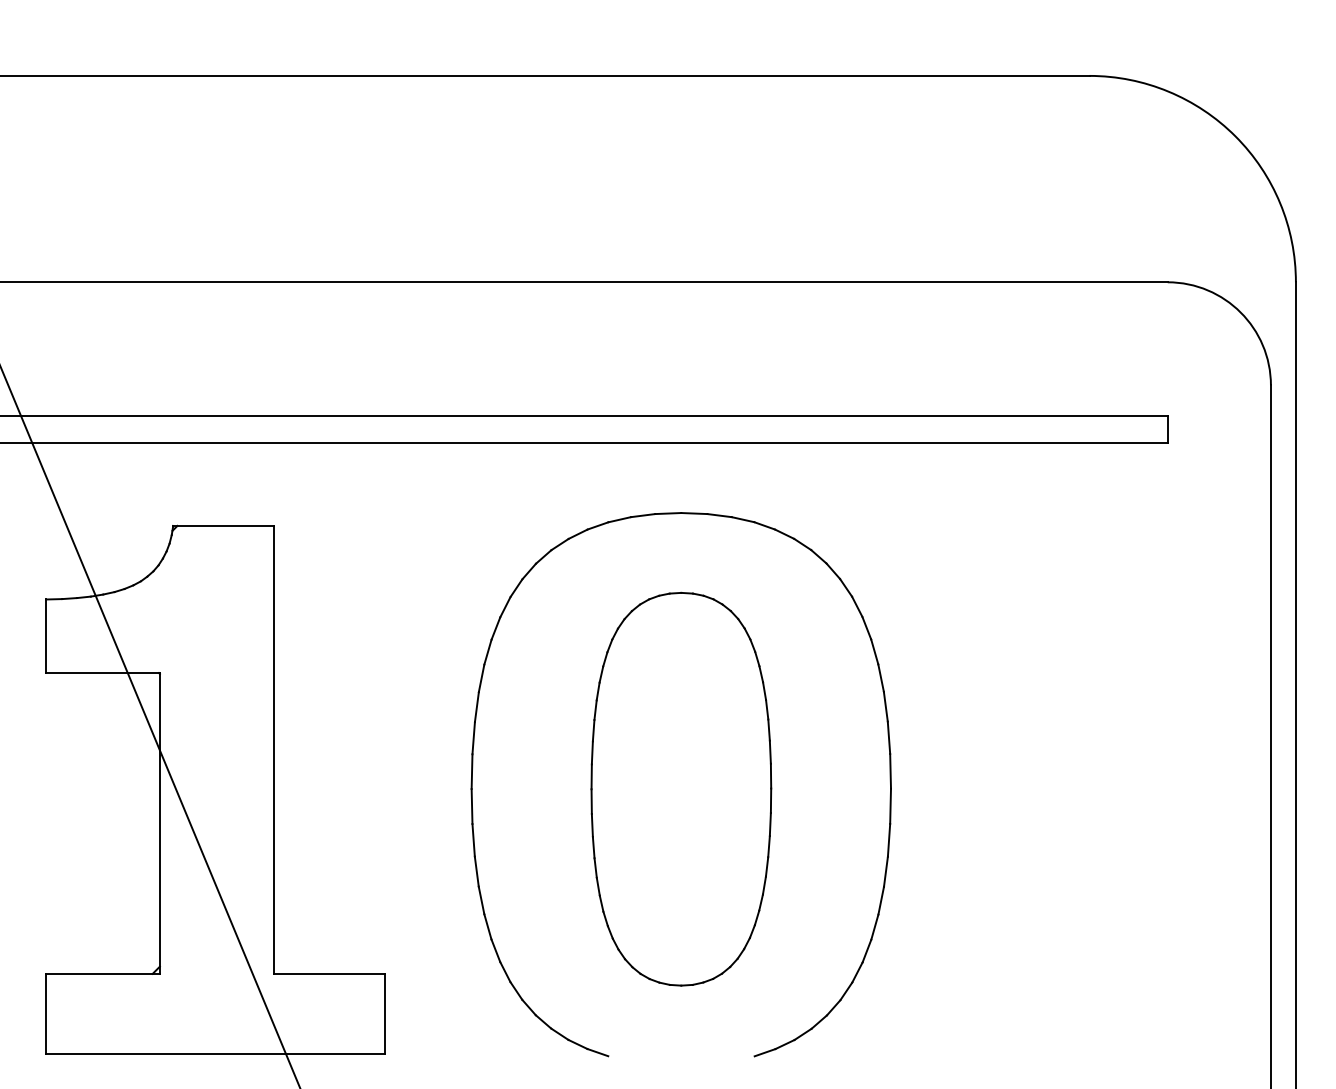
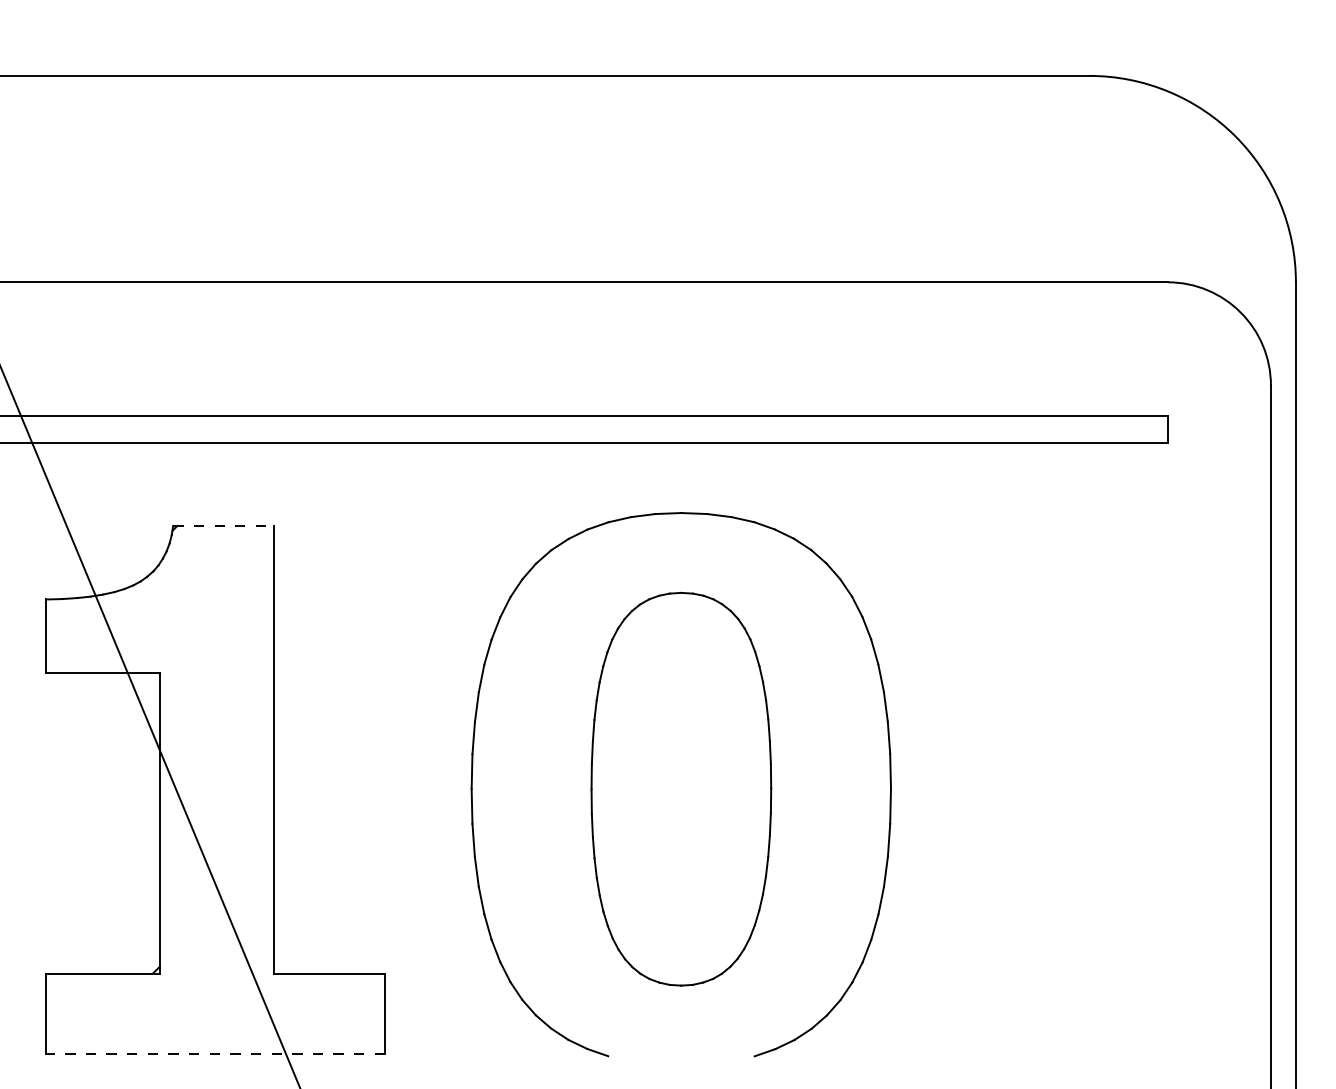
line at (223, 525): solid -> dashed
line at (215, 1054): solid -> dashed
